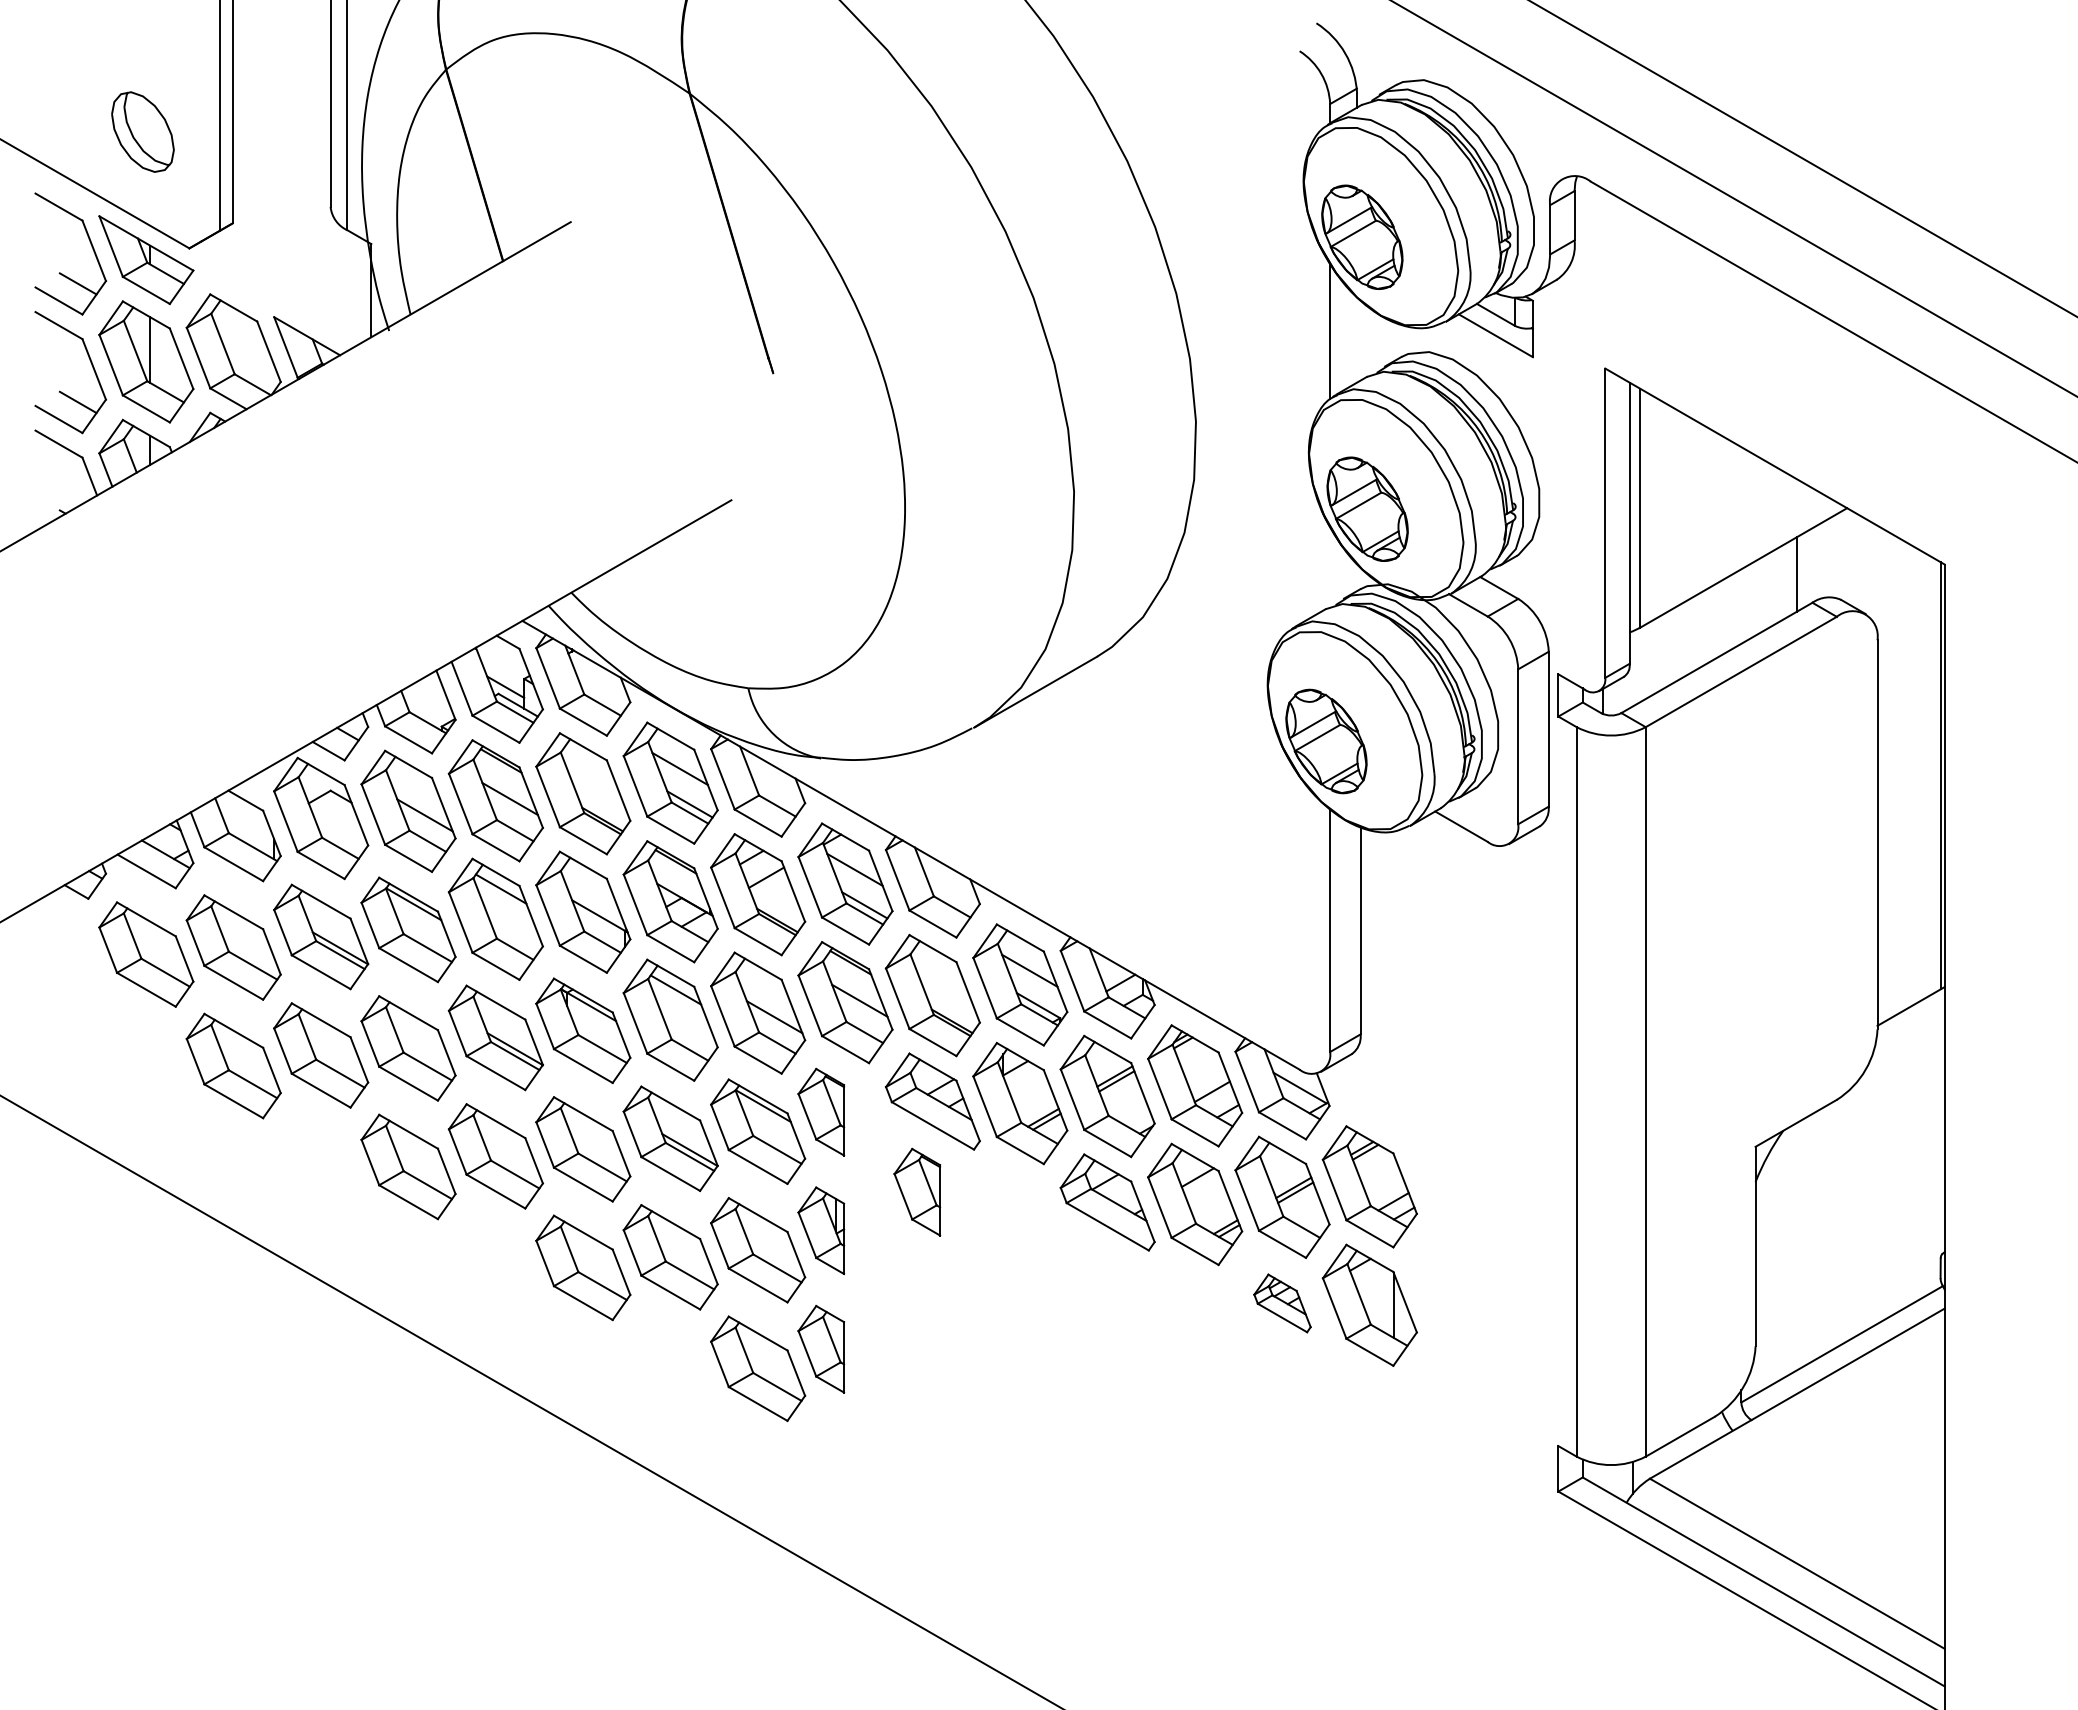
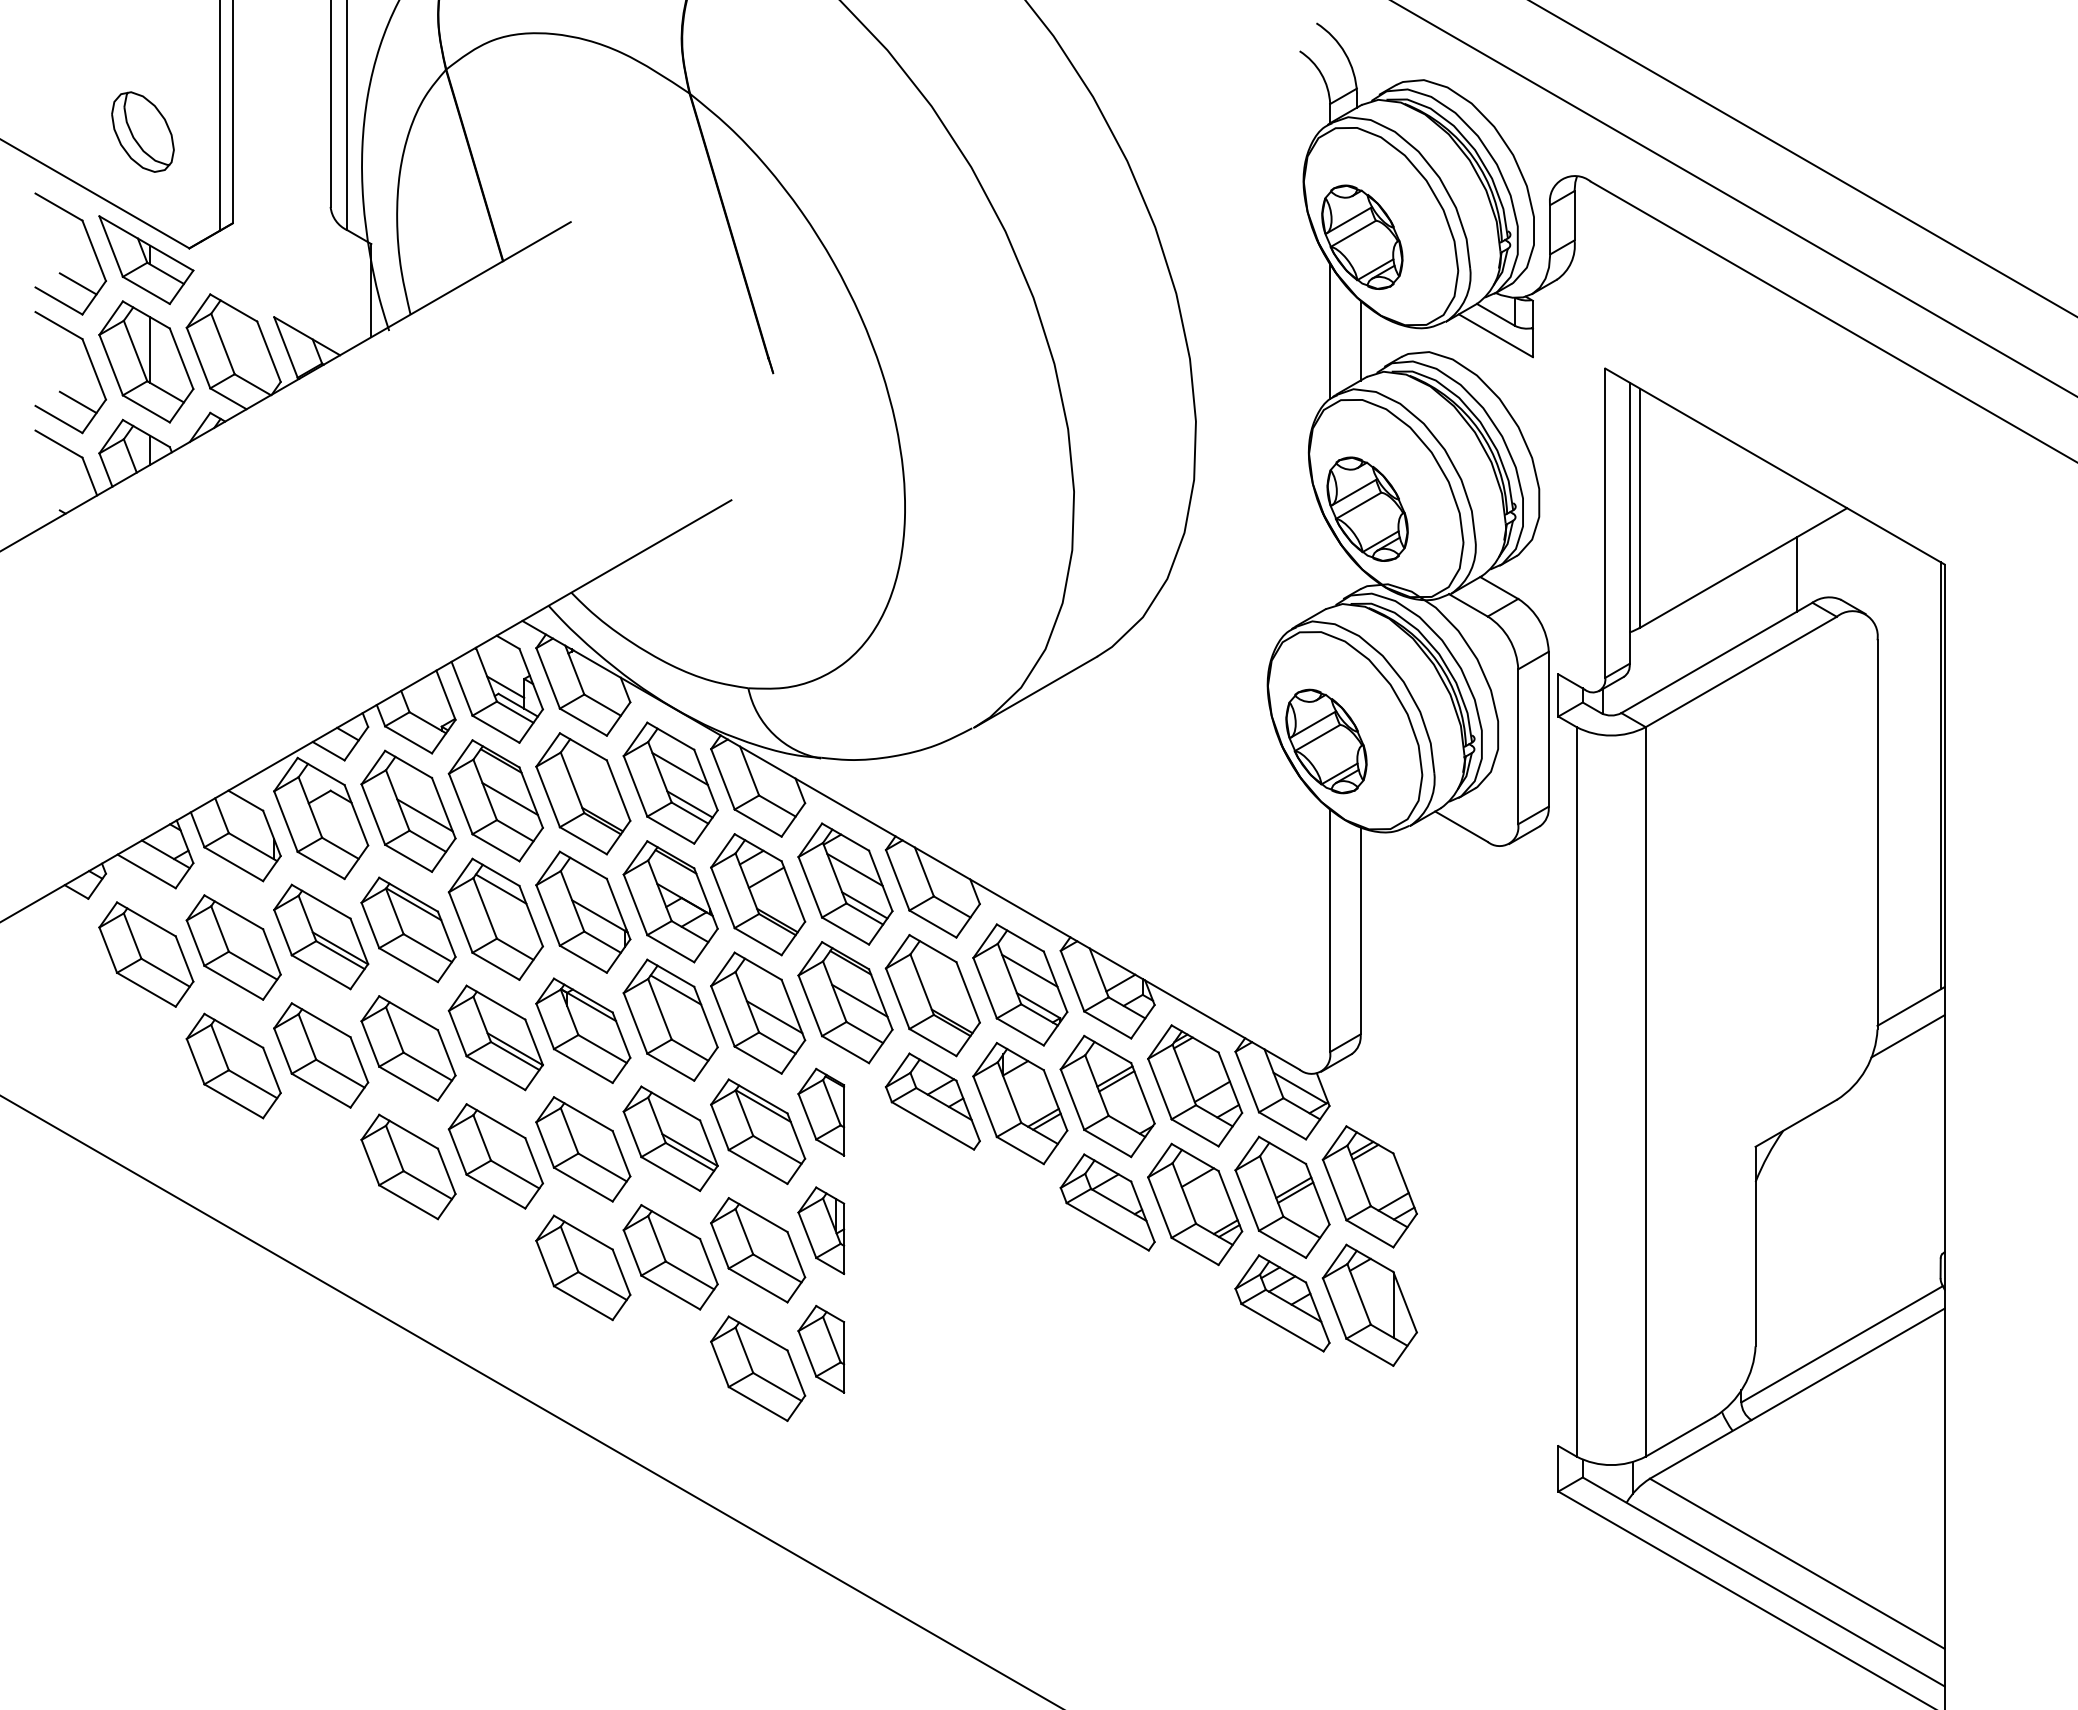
line at (1360, 340): none -> present
line at (1907, 1036): none -> present
part at (917, 1191): present -> none
part at (1282, 1303) size: 59x61 px -> 97x99 px
